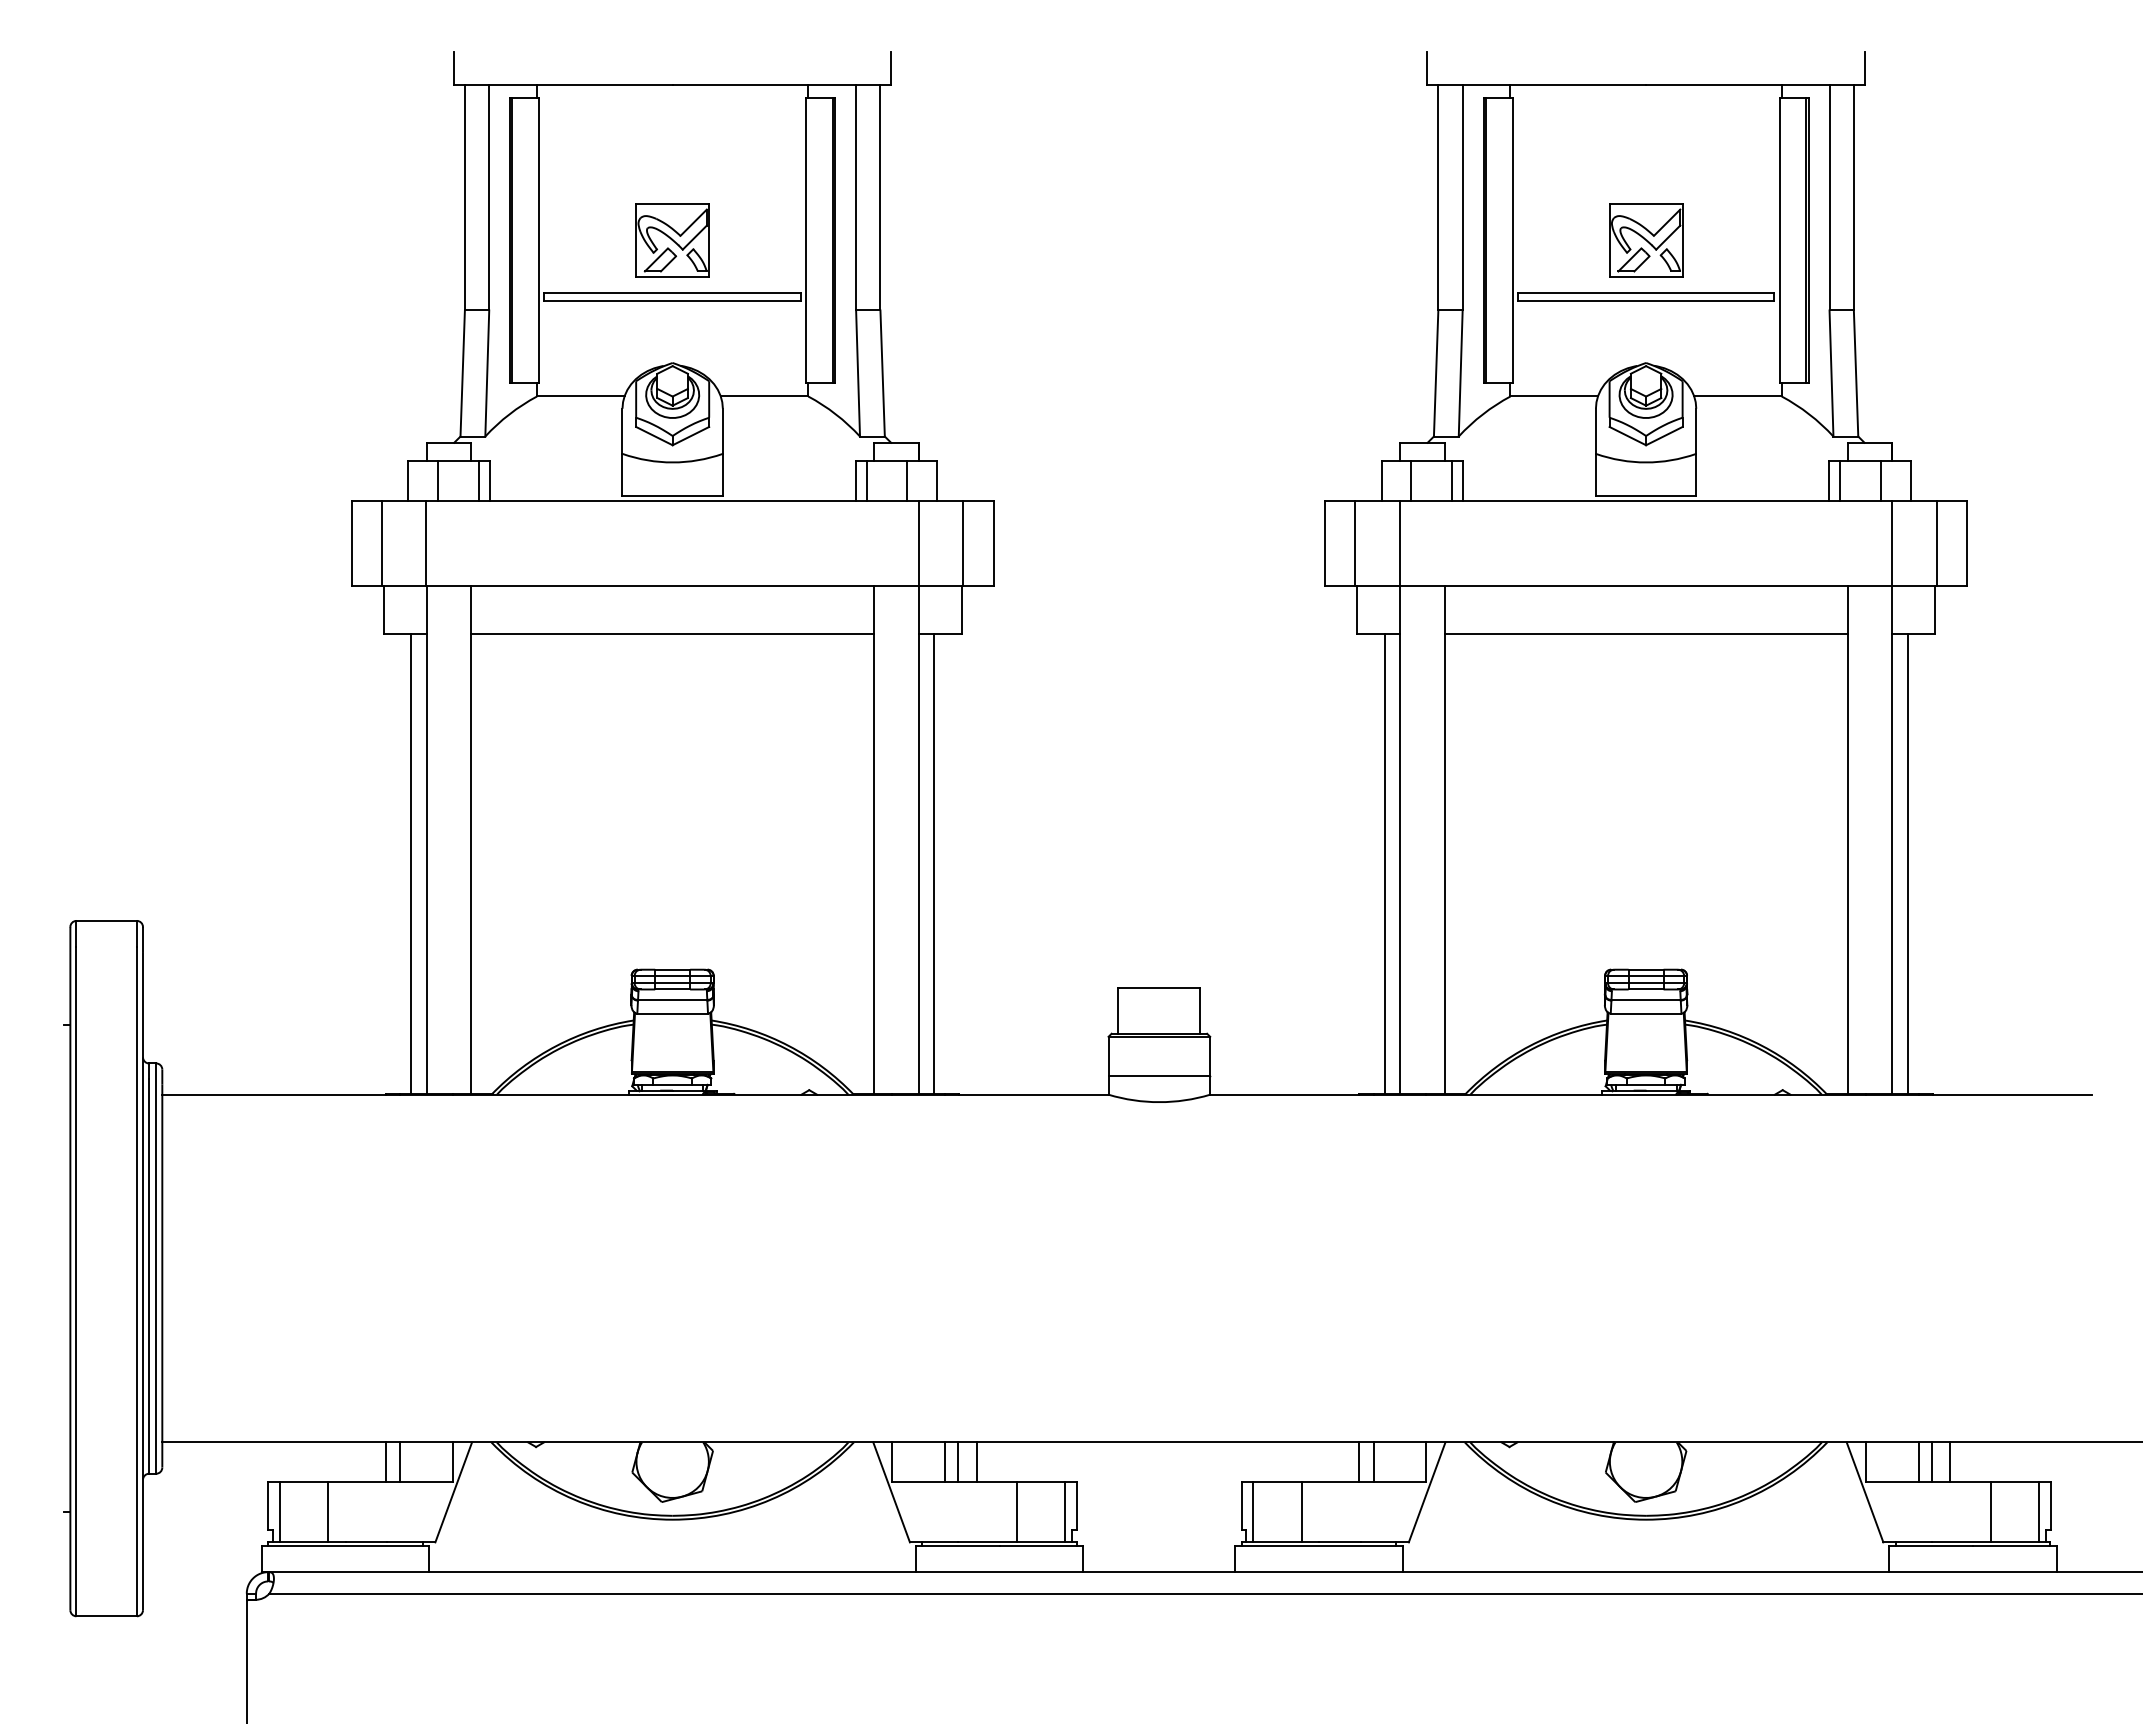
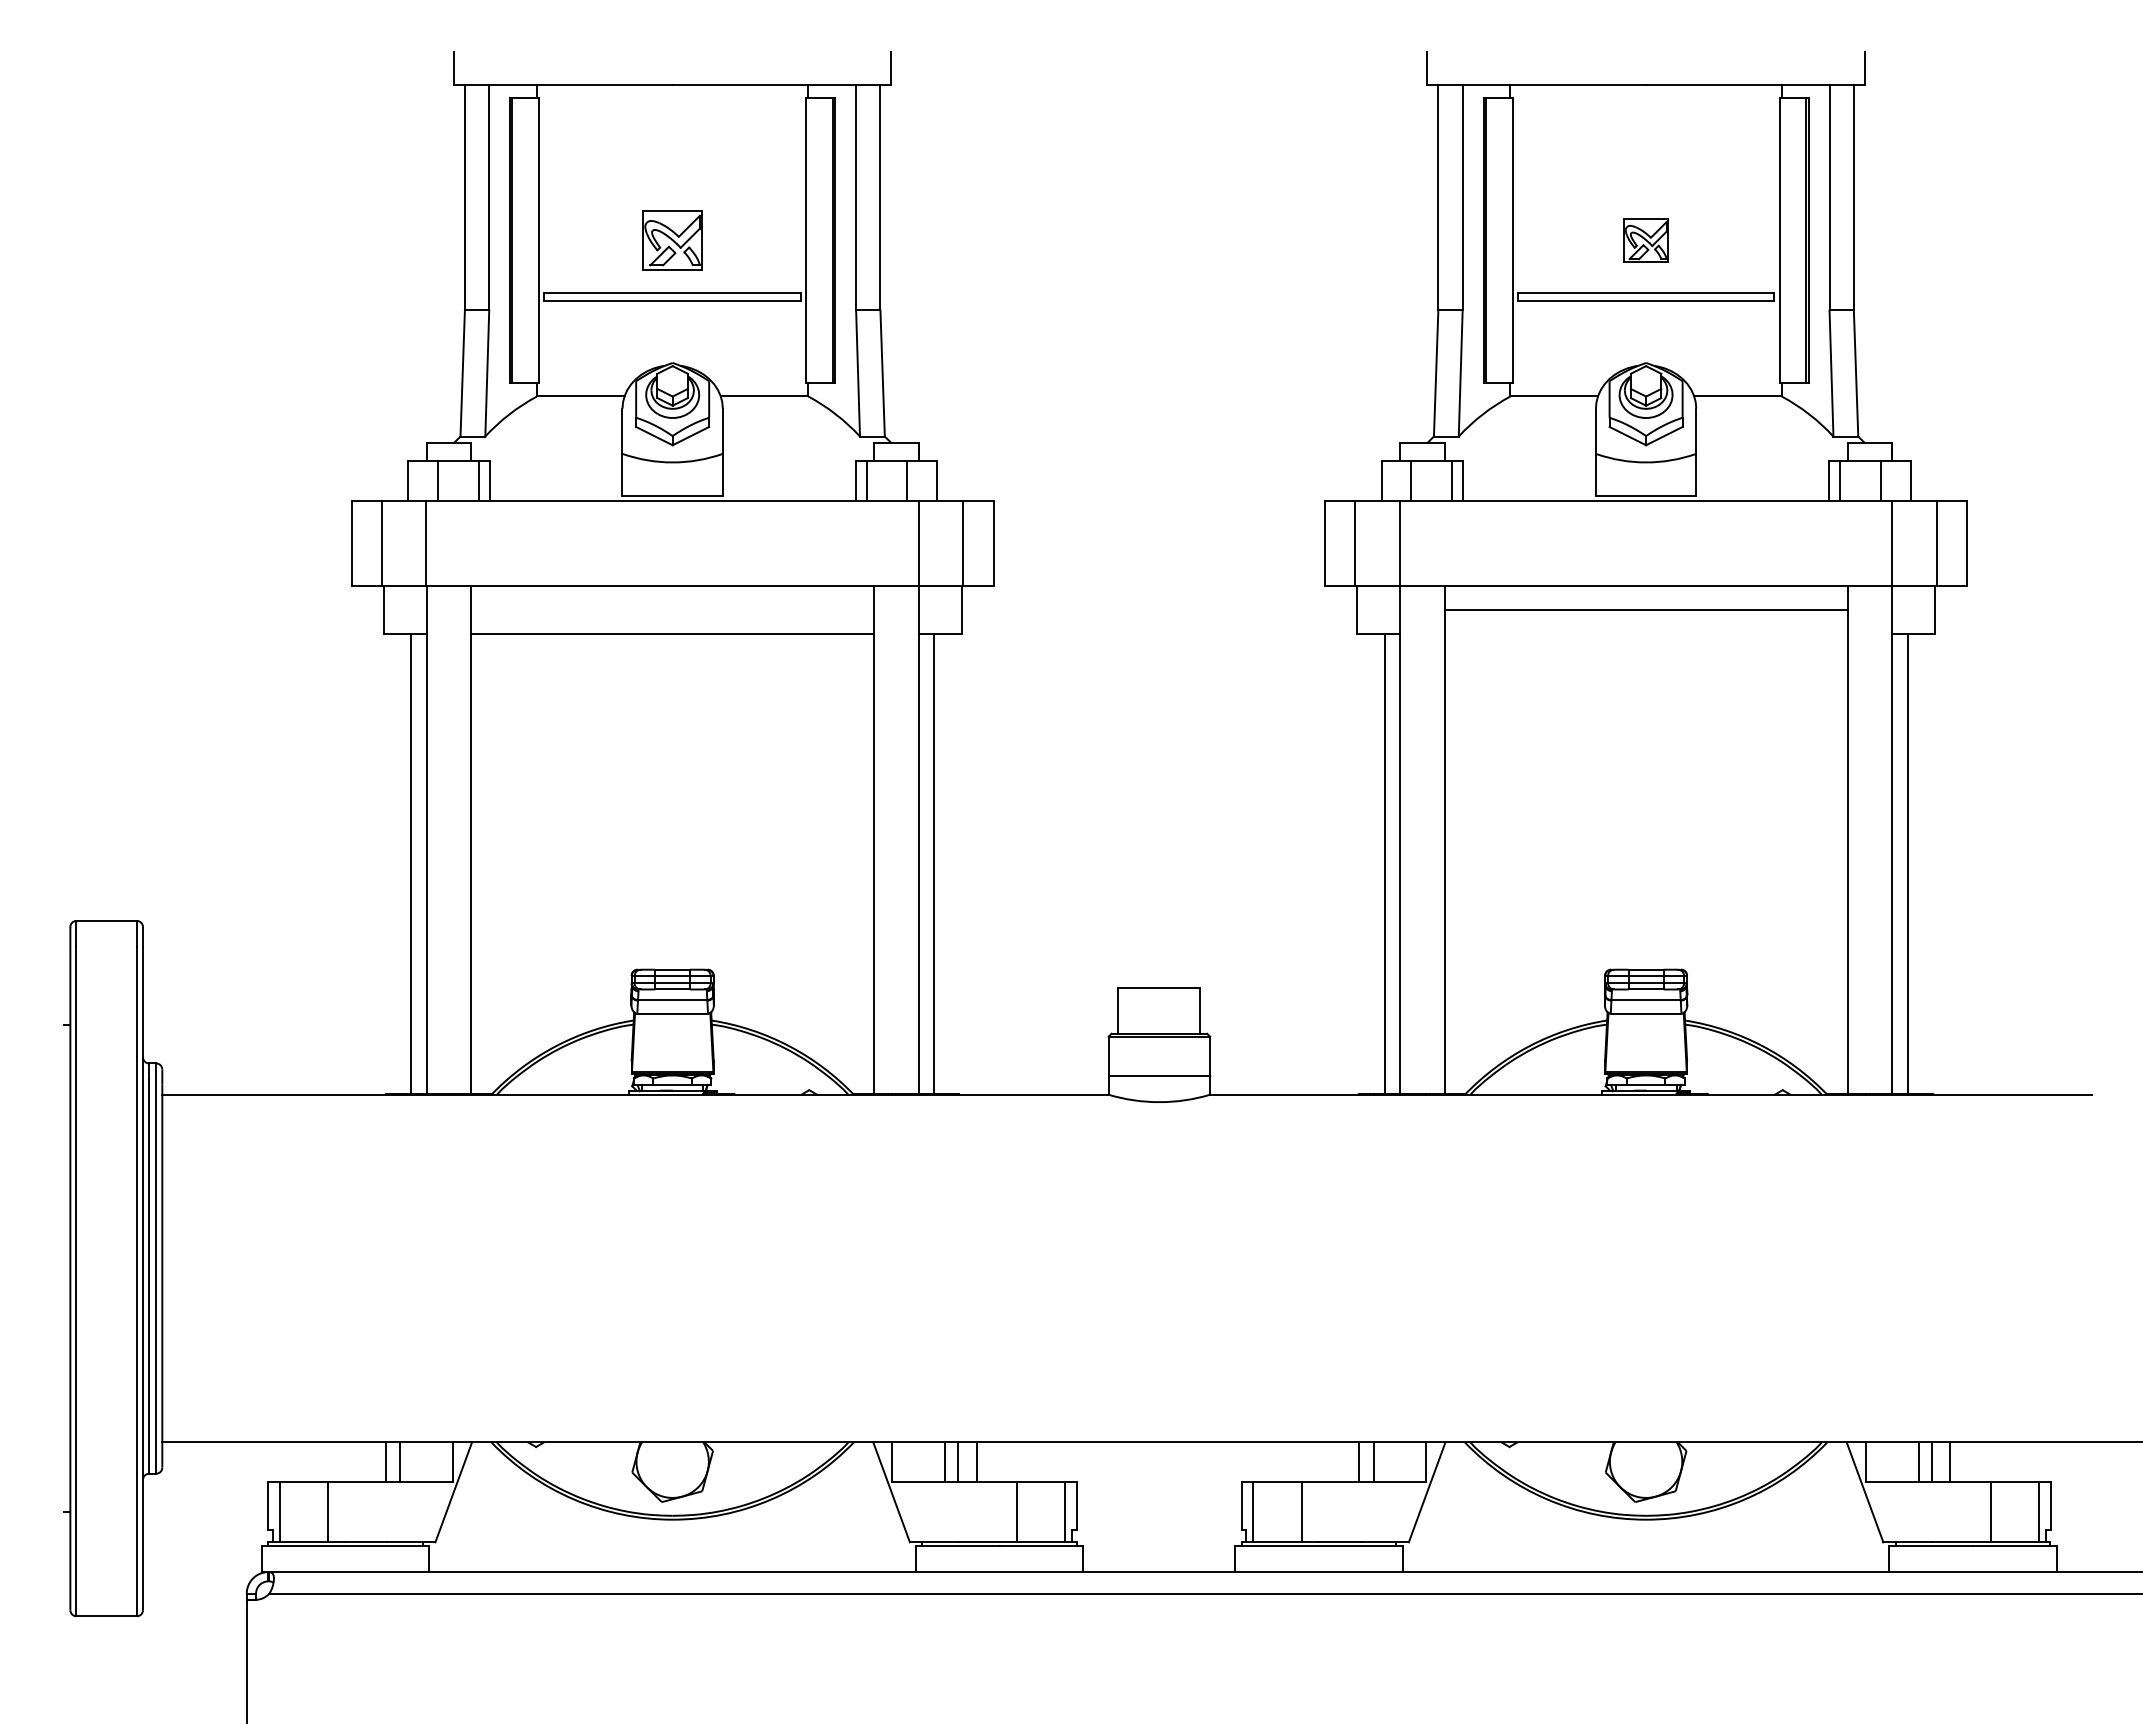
part at (672, 240) size: 75x75 px -> 61x61 px
part at (1646, 240) size: 75x75 px -> 46x45 px
line at (1645, 634) position: (1645, 634) -> (1645, 610)
